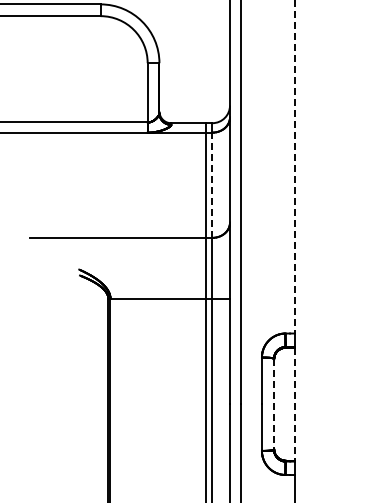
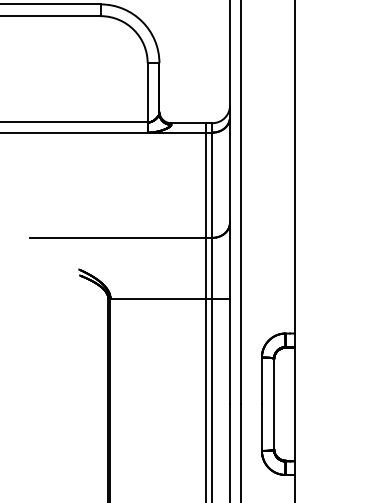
line at (294, 167): dashed -> solid
line at (212, 185): dashed -> solid
line at (274, 404): dashed -> solid
line at (294, 404): dashed -> solid
